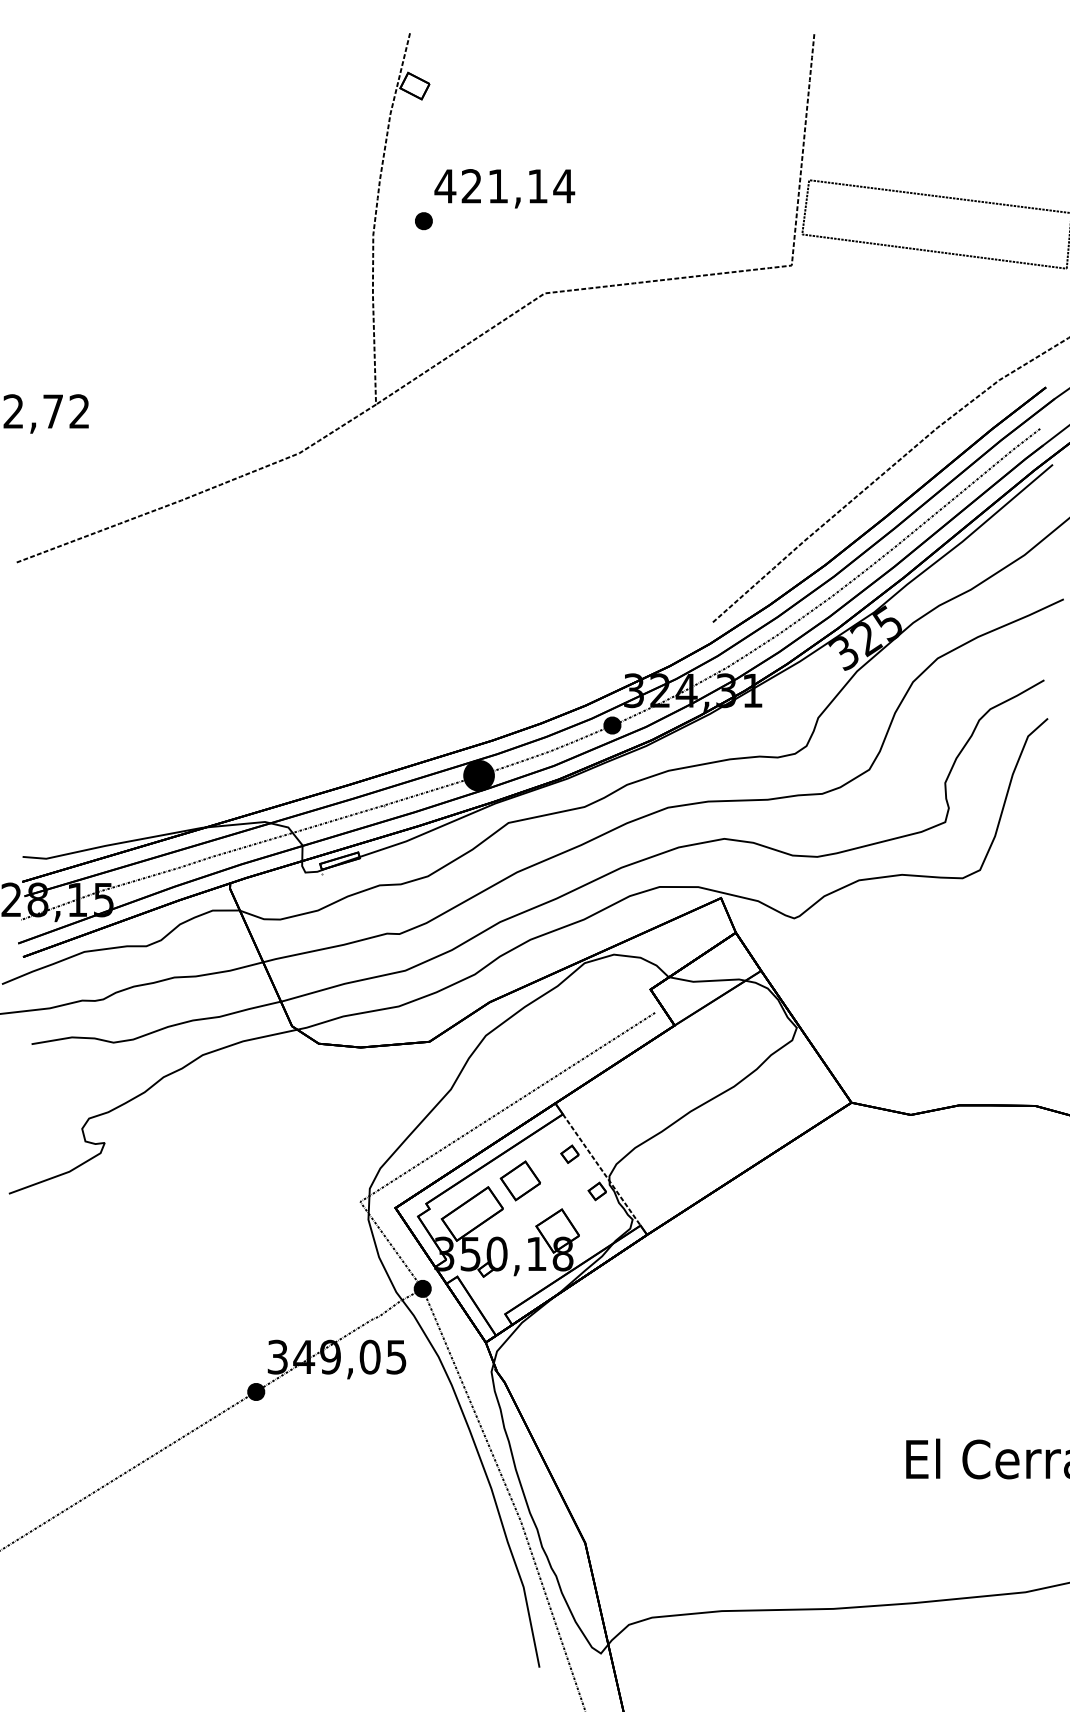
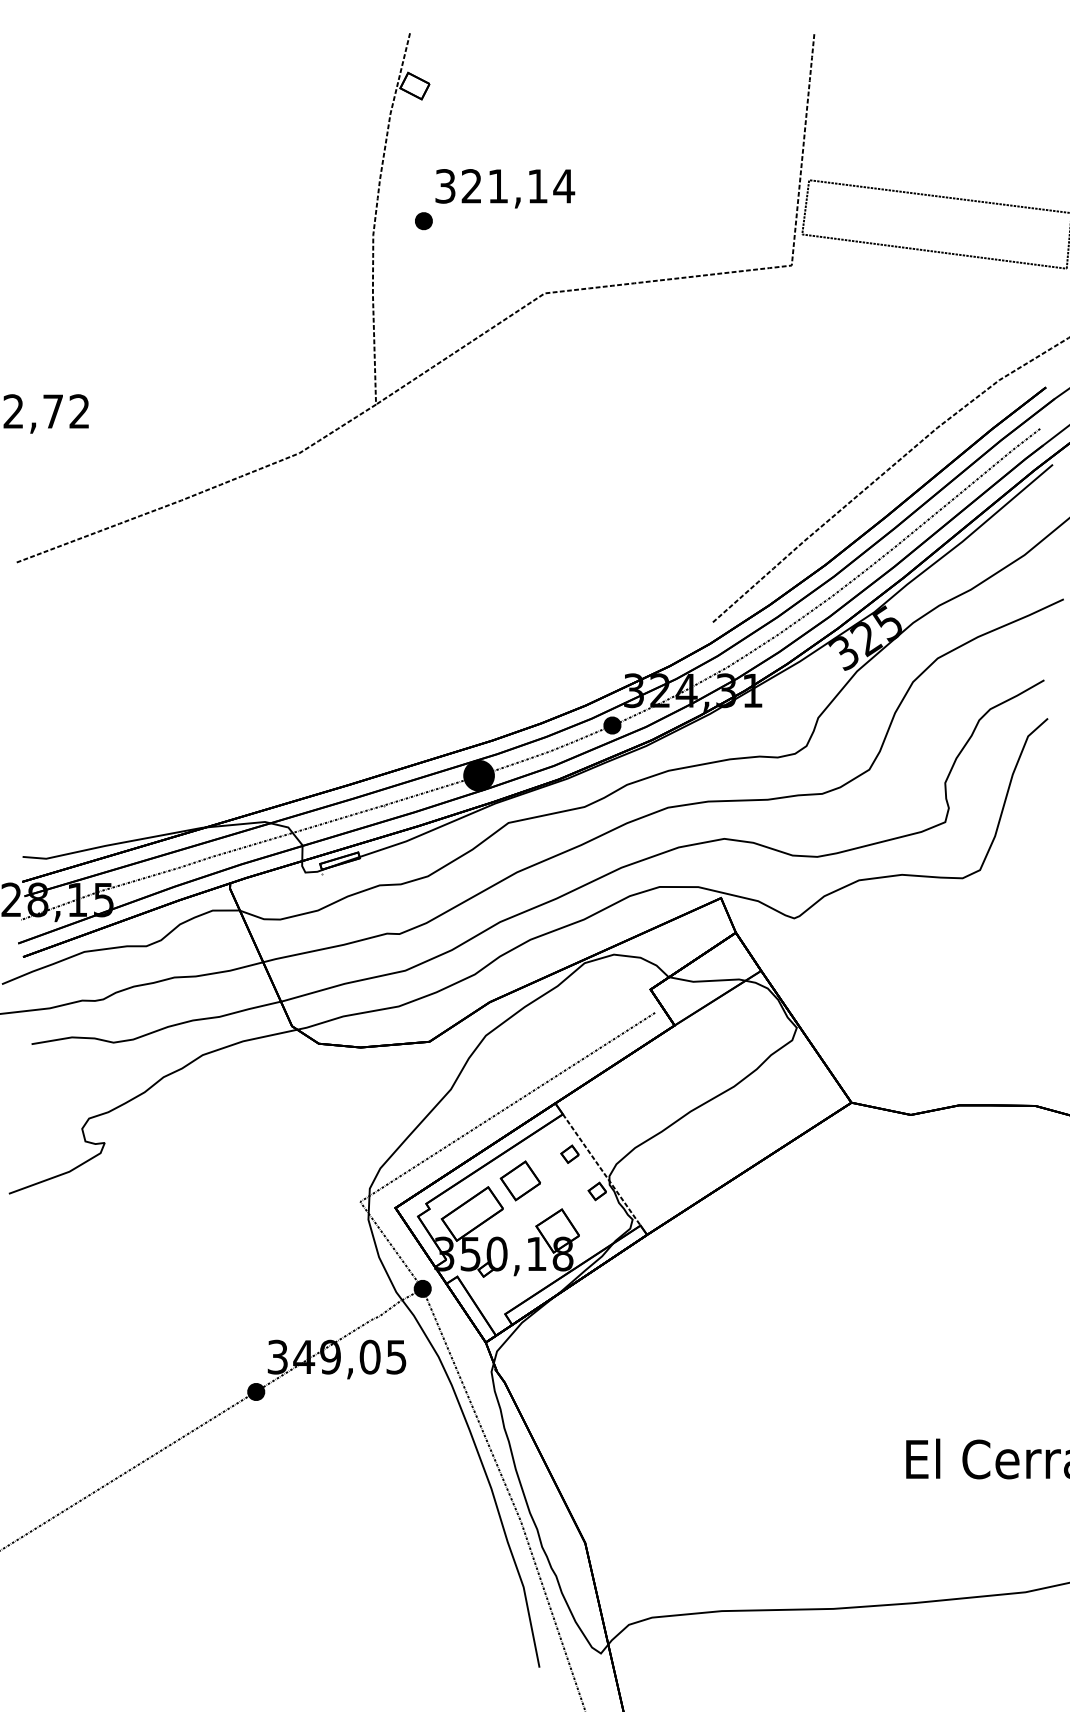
text at (445, 186): 421,14 -> 321,14
